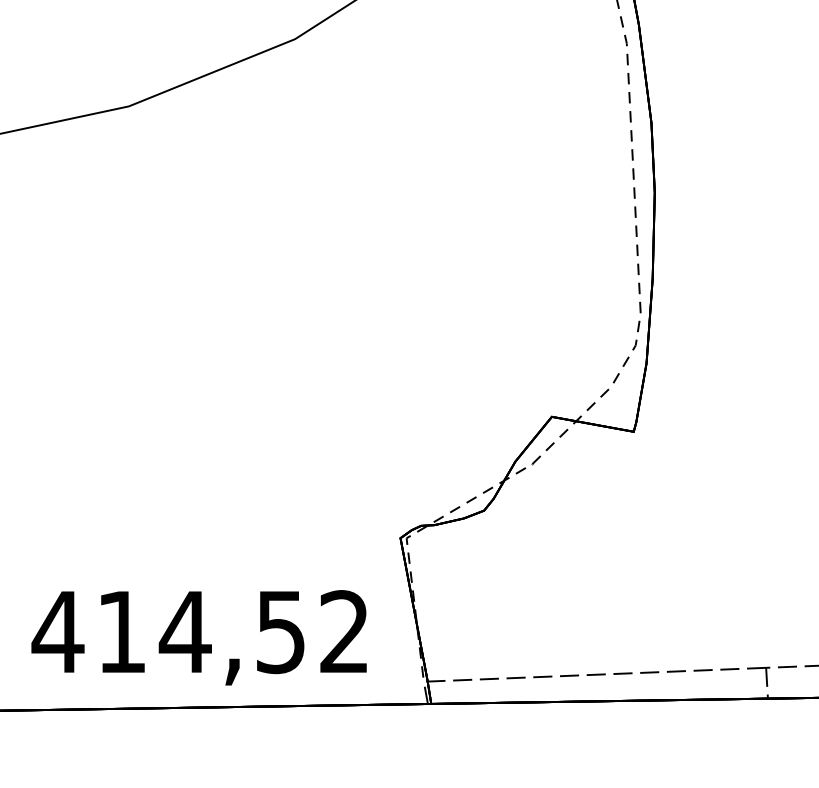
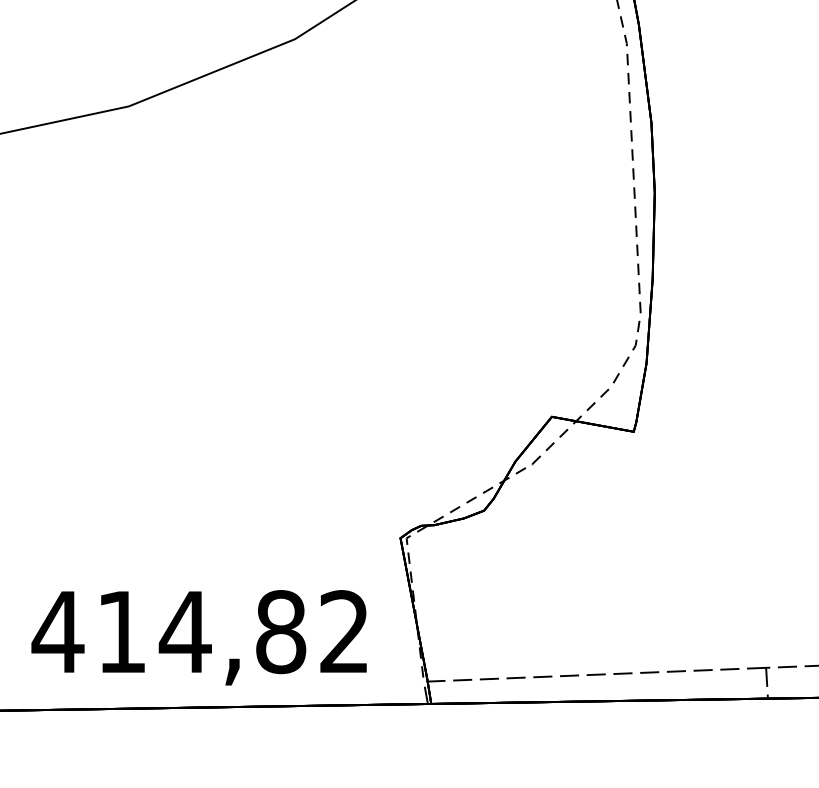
text at (281, 632): 414,52 -> 414,82
